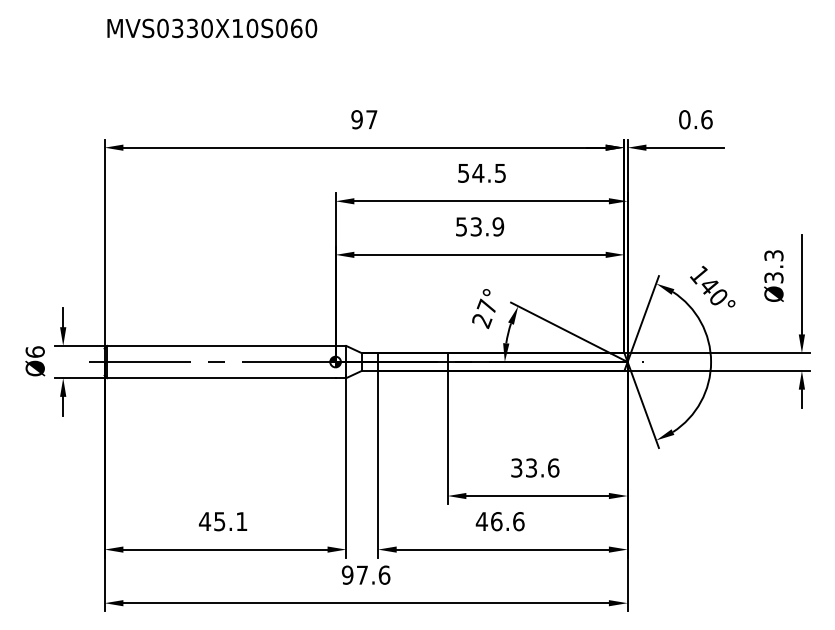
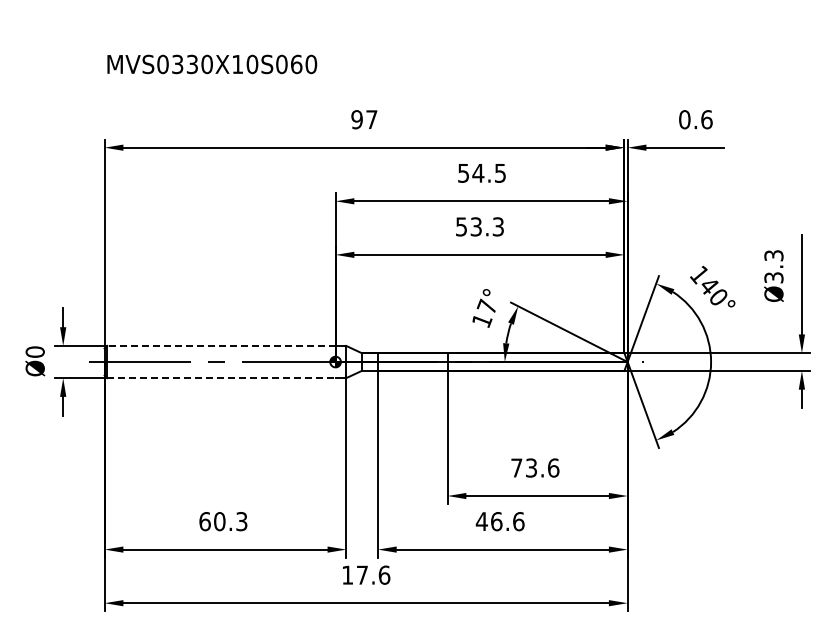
text at (212, 28) position: (212, 28) -> (212, 64)
text at (498, 226): 53.9 -> 53.3
text at (482, 321): 27° -> 17°
line at (220, 345): solid -> dashed
text at (34, 351): Ø6 -> Ø0
line at (221, 378): solid -> dashed
text at (516, 467): 33.6 -> 73.6
text at (222, 521): 45.1 -> 60.3
text at (347, 574): 97.6 -> 17.6
